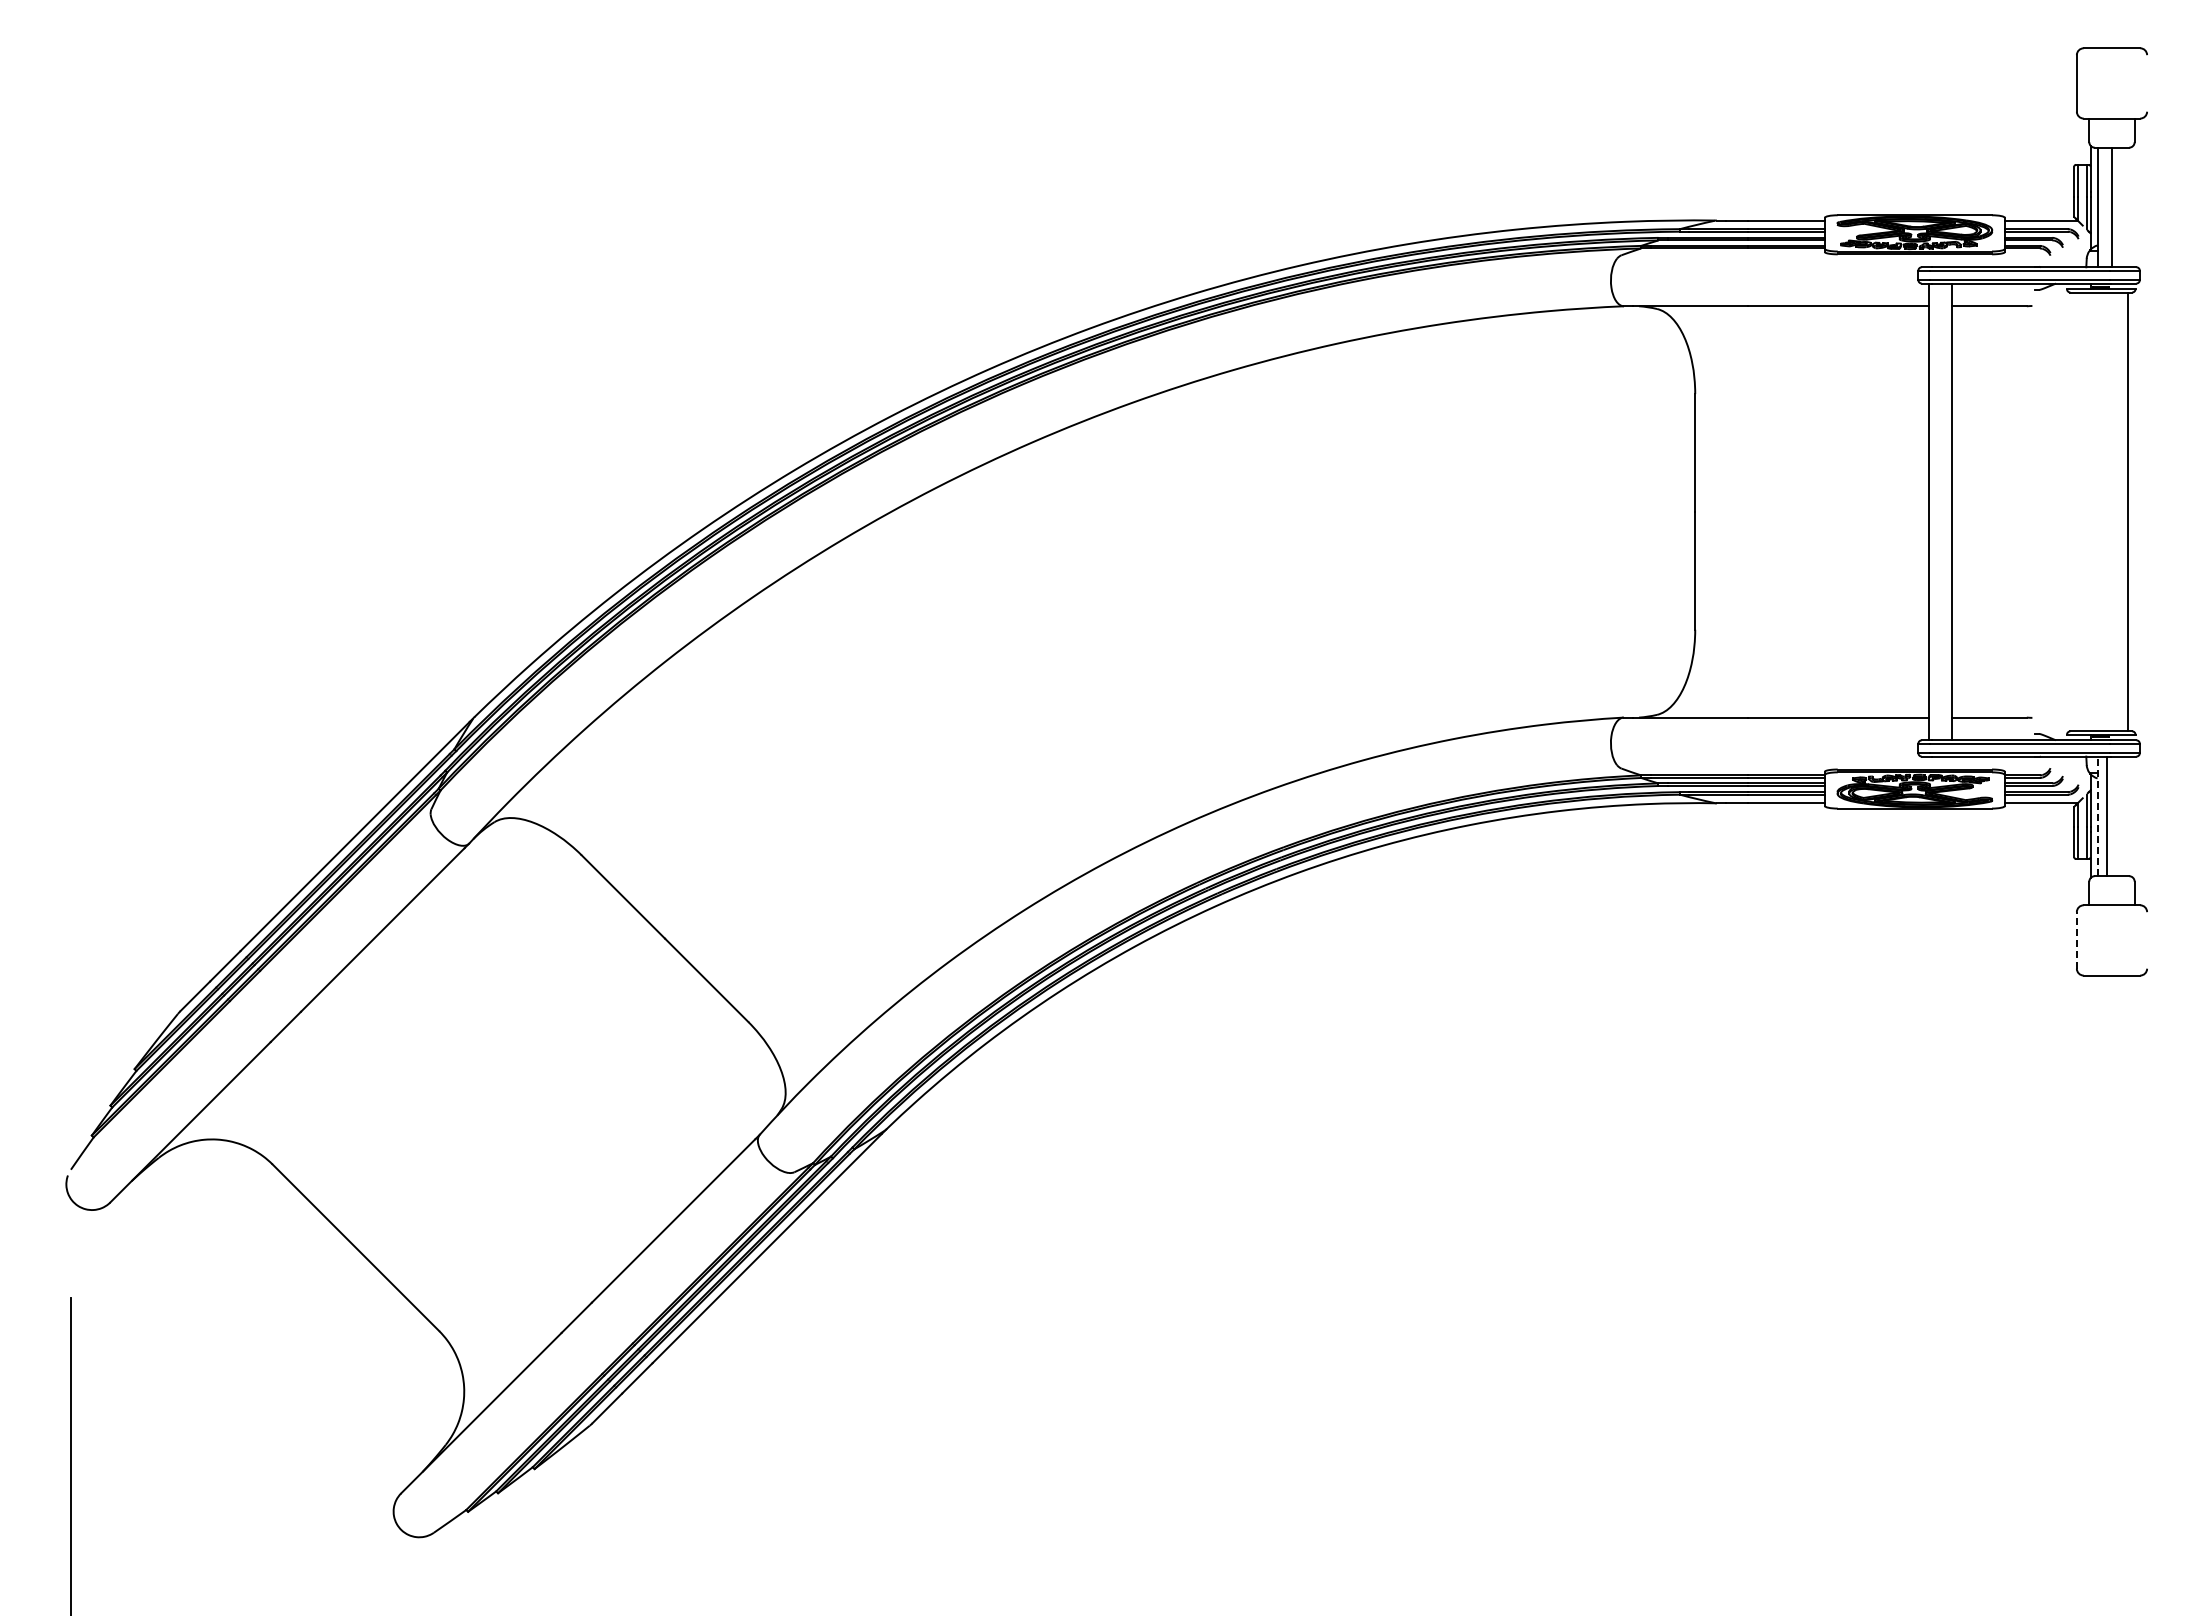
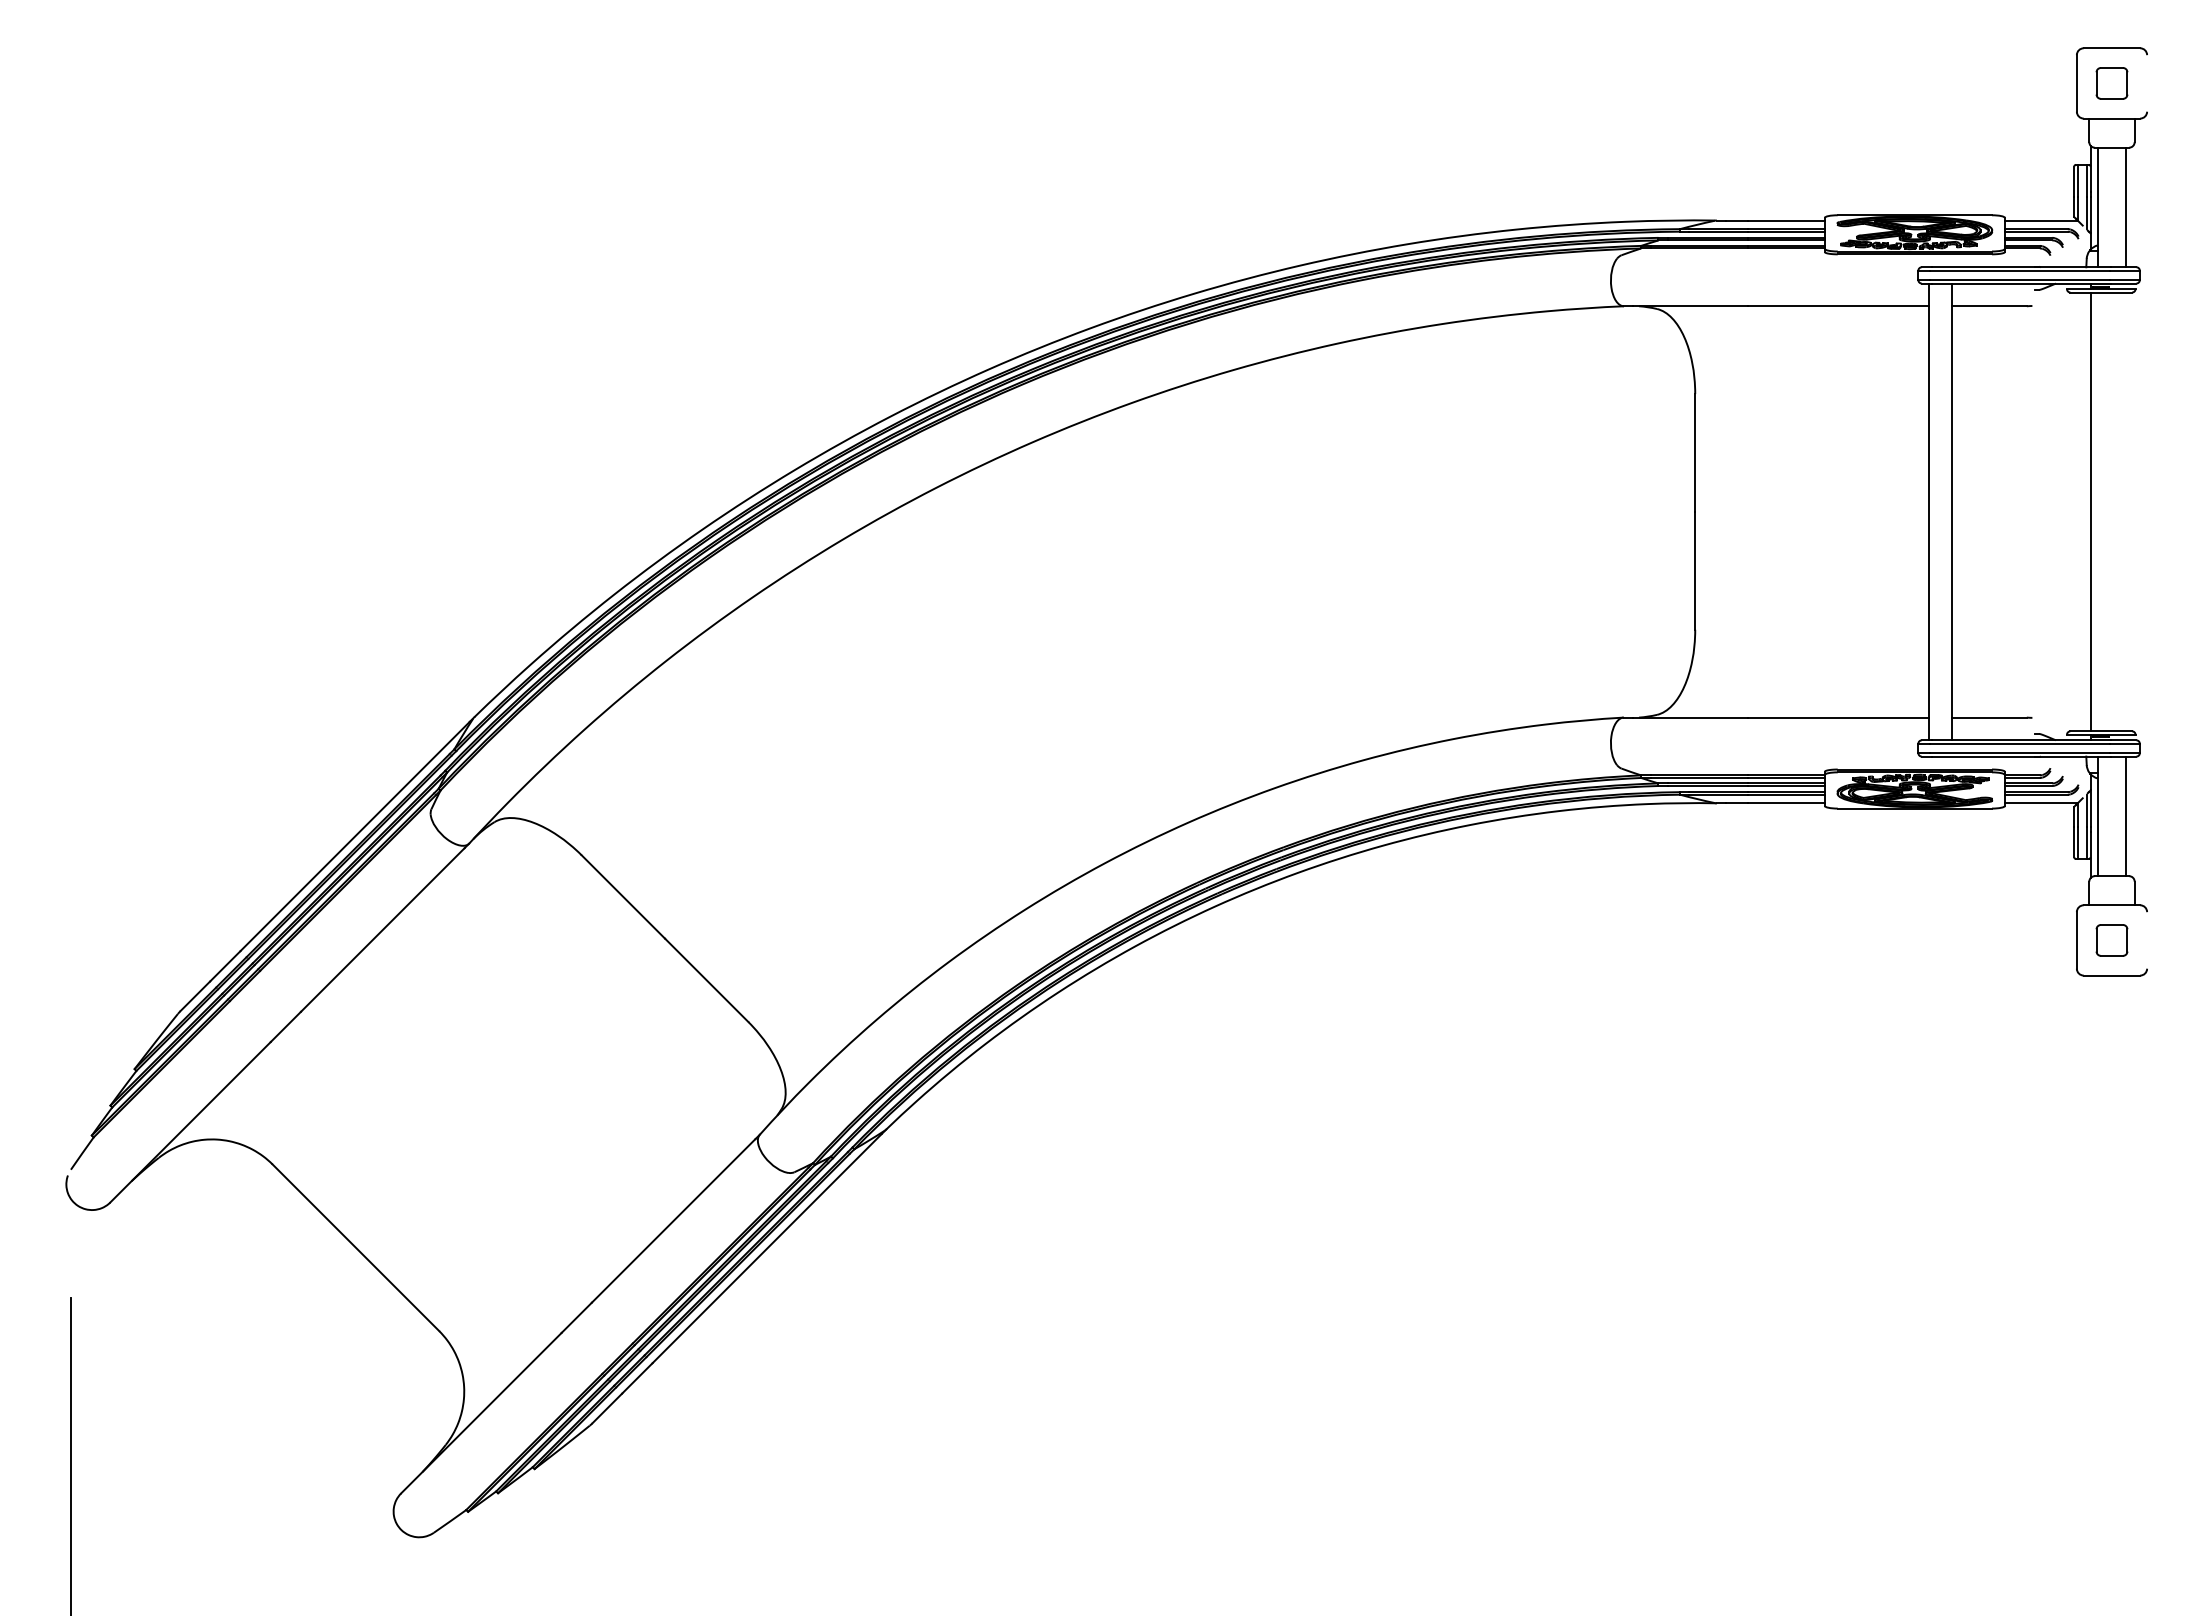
part at (2111, 83): none -> present
line at (2112, 207) position: (2112, 207) -> (2126, 207)
line at (2127, 511) position: (2127, 511) -> (2090, 511)
line at (2097, 816): dashed -> solid
line at (2107, 816) position: (2107, 816) -> (2126, 816)
line at (2076, 939): dashed -> solid
part at (2111, 940): none -> present
